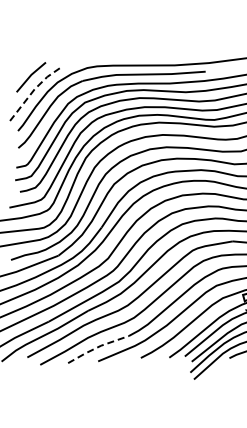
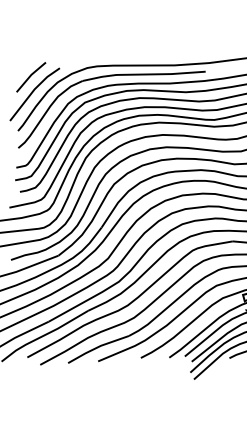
line at (33, 90): dashed -> solid
line at (97, 347): dashed -> solid
